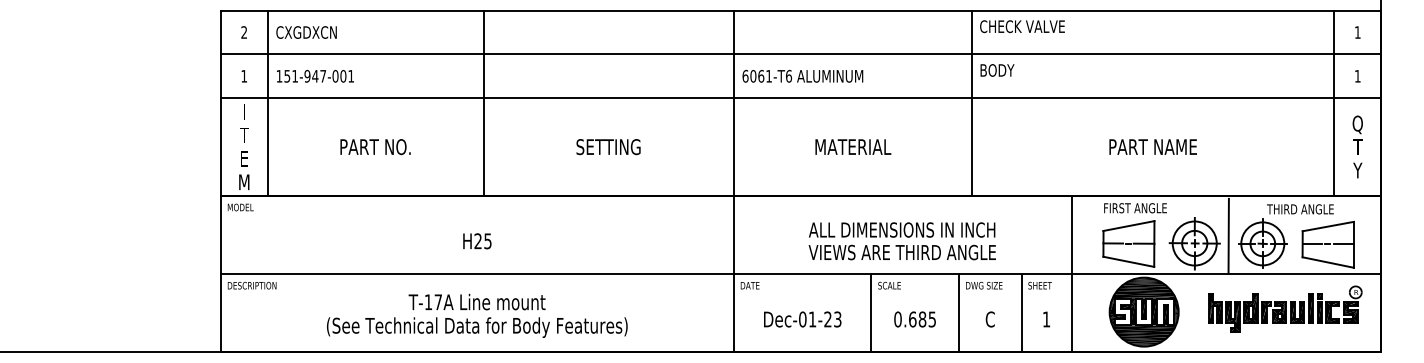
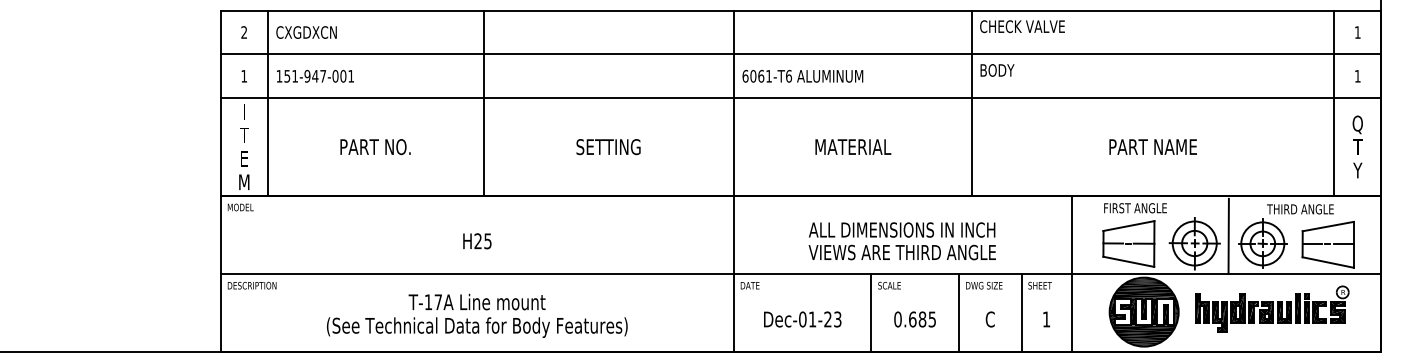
part at (1285, 308) position: (1285, 308) -> (1272, 308)
